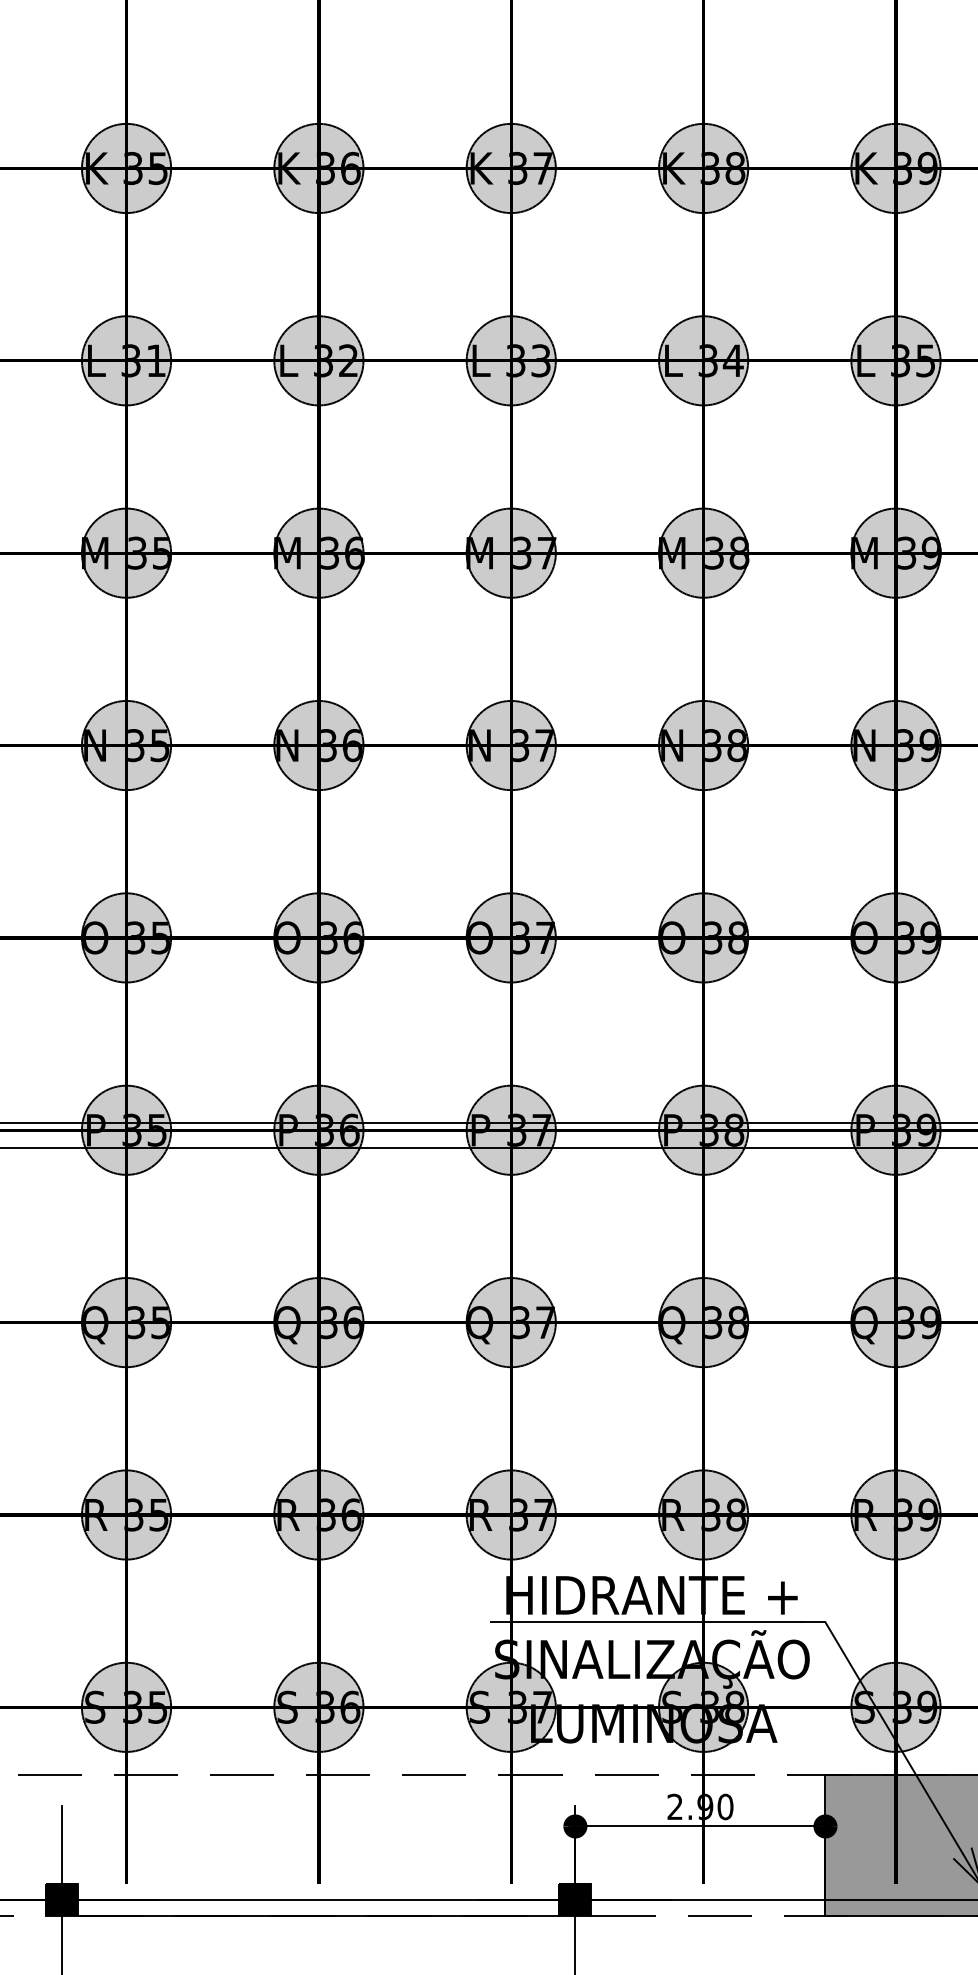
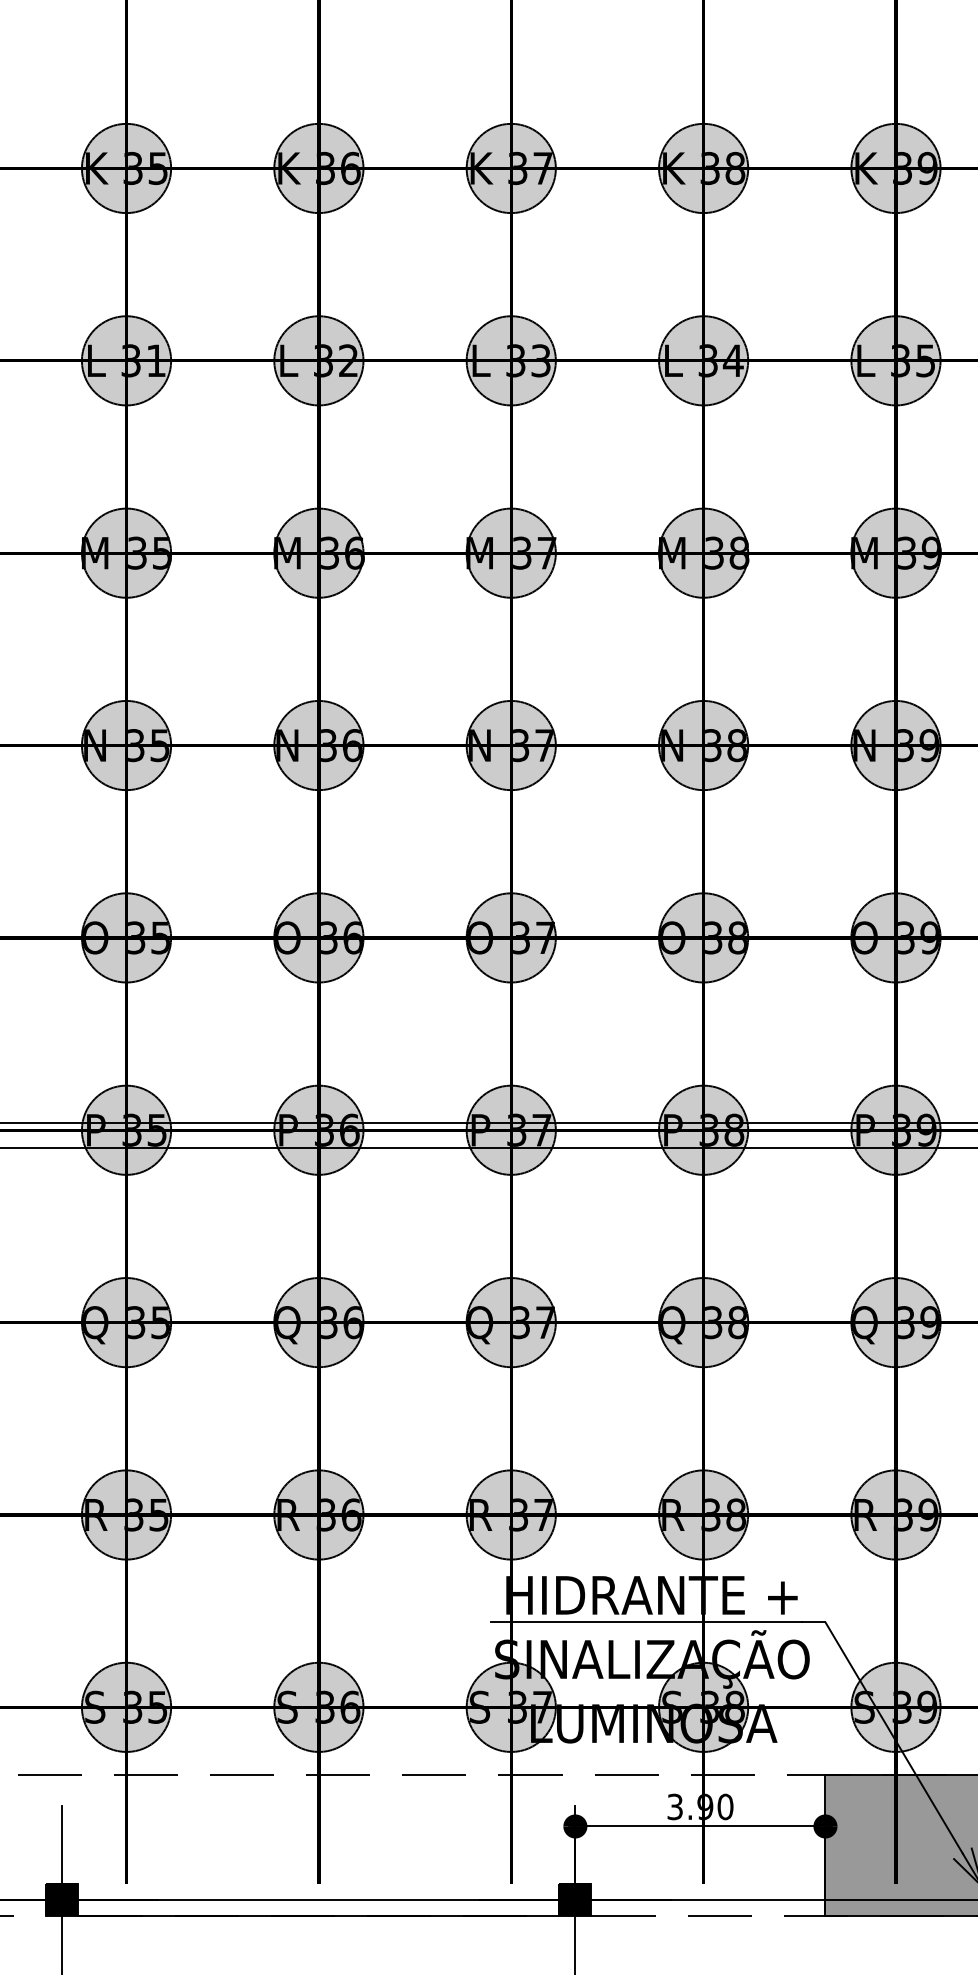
text at (674, 1807): 2.90 -> 3.90
